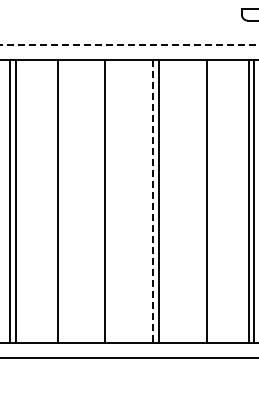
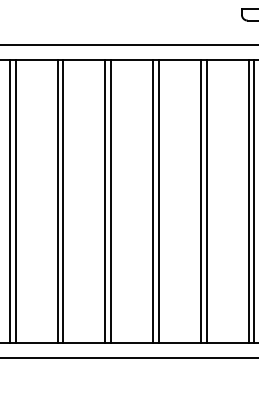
line at (129, 44): dashed -> solid
line at (63, 201): none -> present
line at (111, 201): none -> present
line at (153, 201): dashed -> solid
line at (200, 201): none -> present
